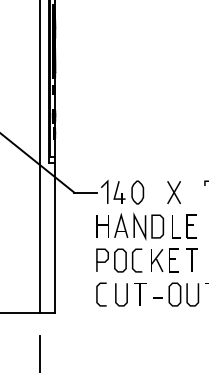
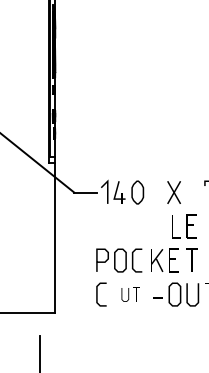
line at (40, 157): present -> none
part at (130, 226): present -> none
part at (130, 294) size: 32x24 px -> 19x15 px
